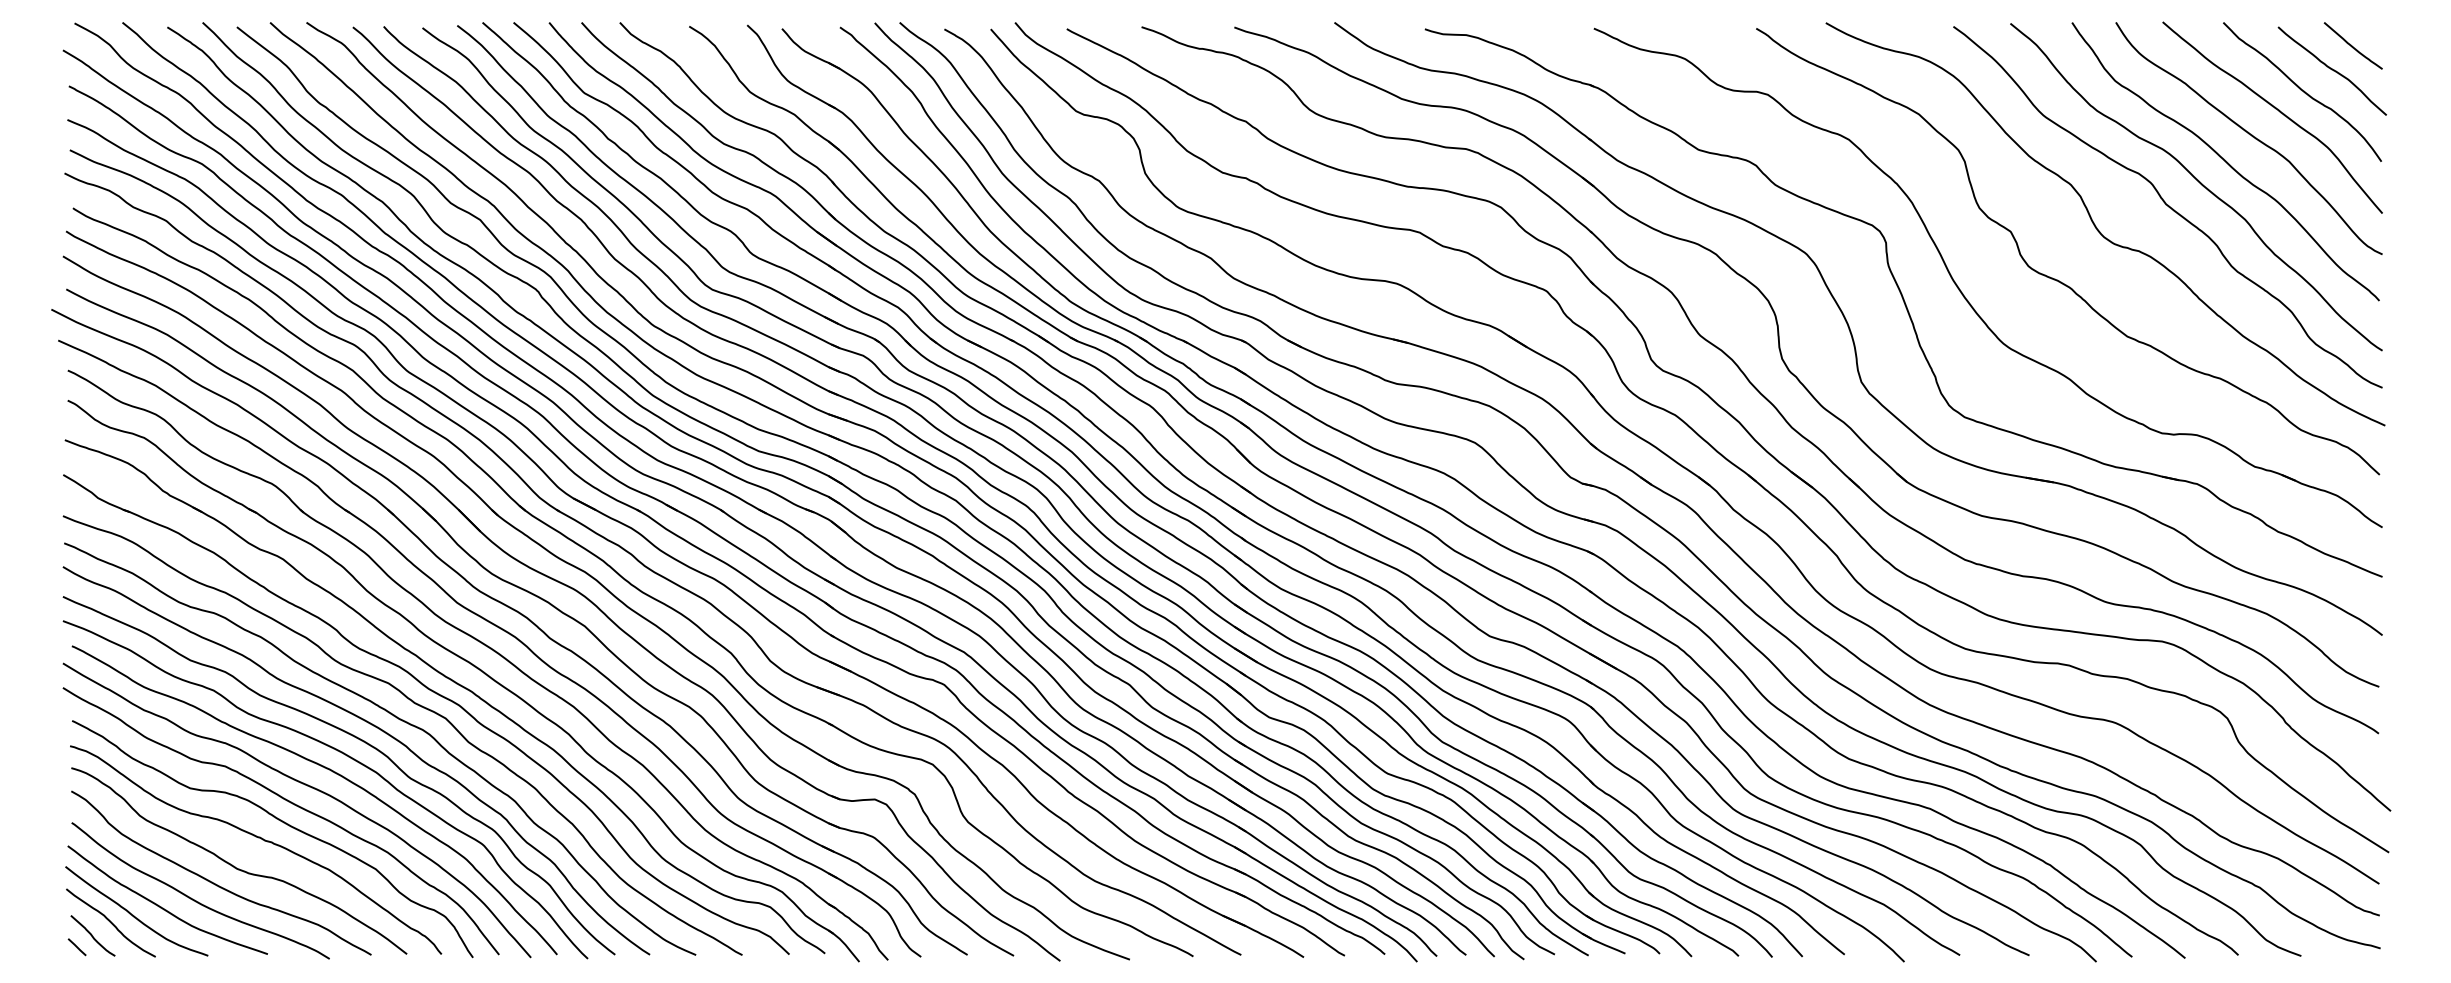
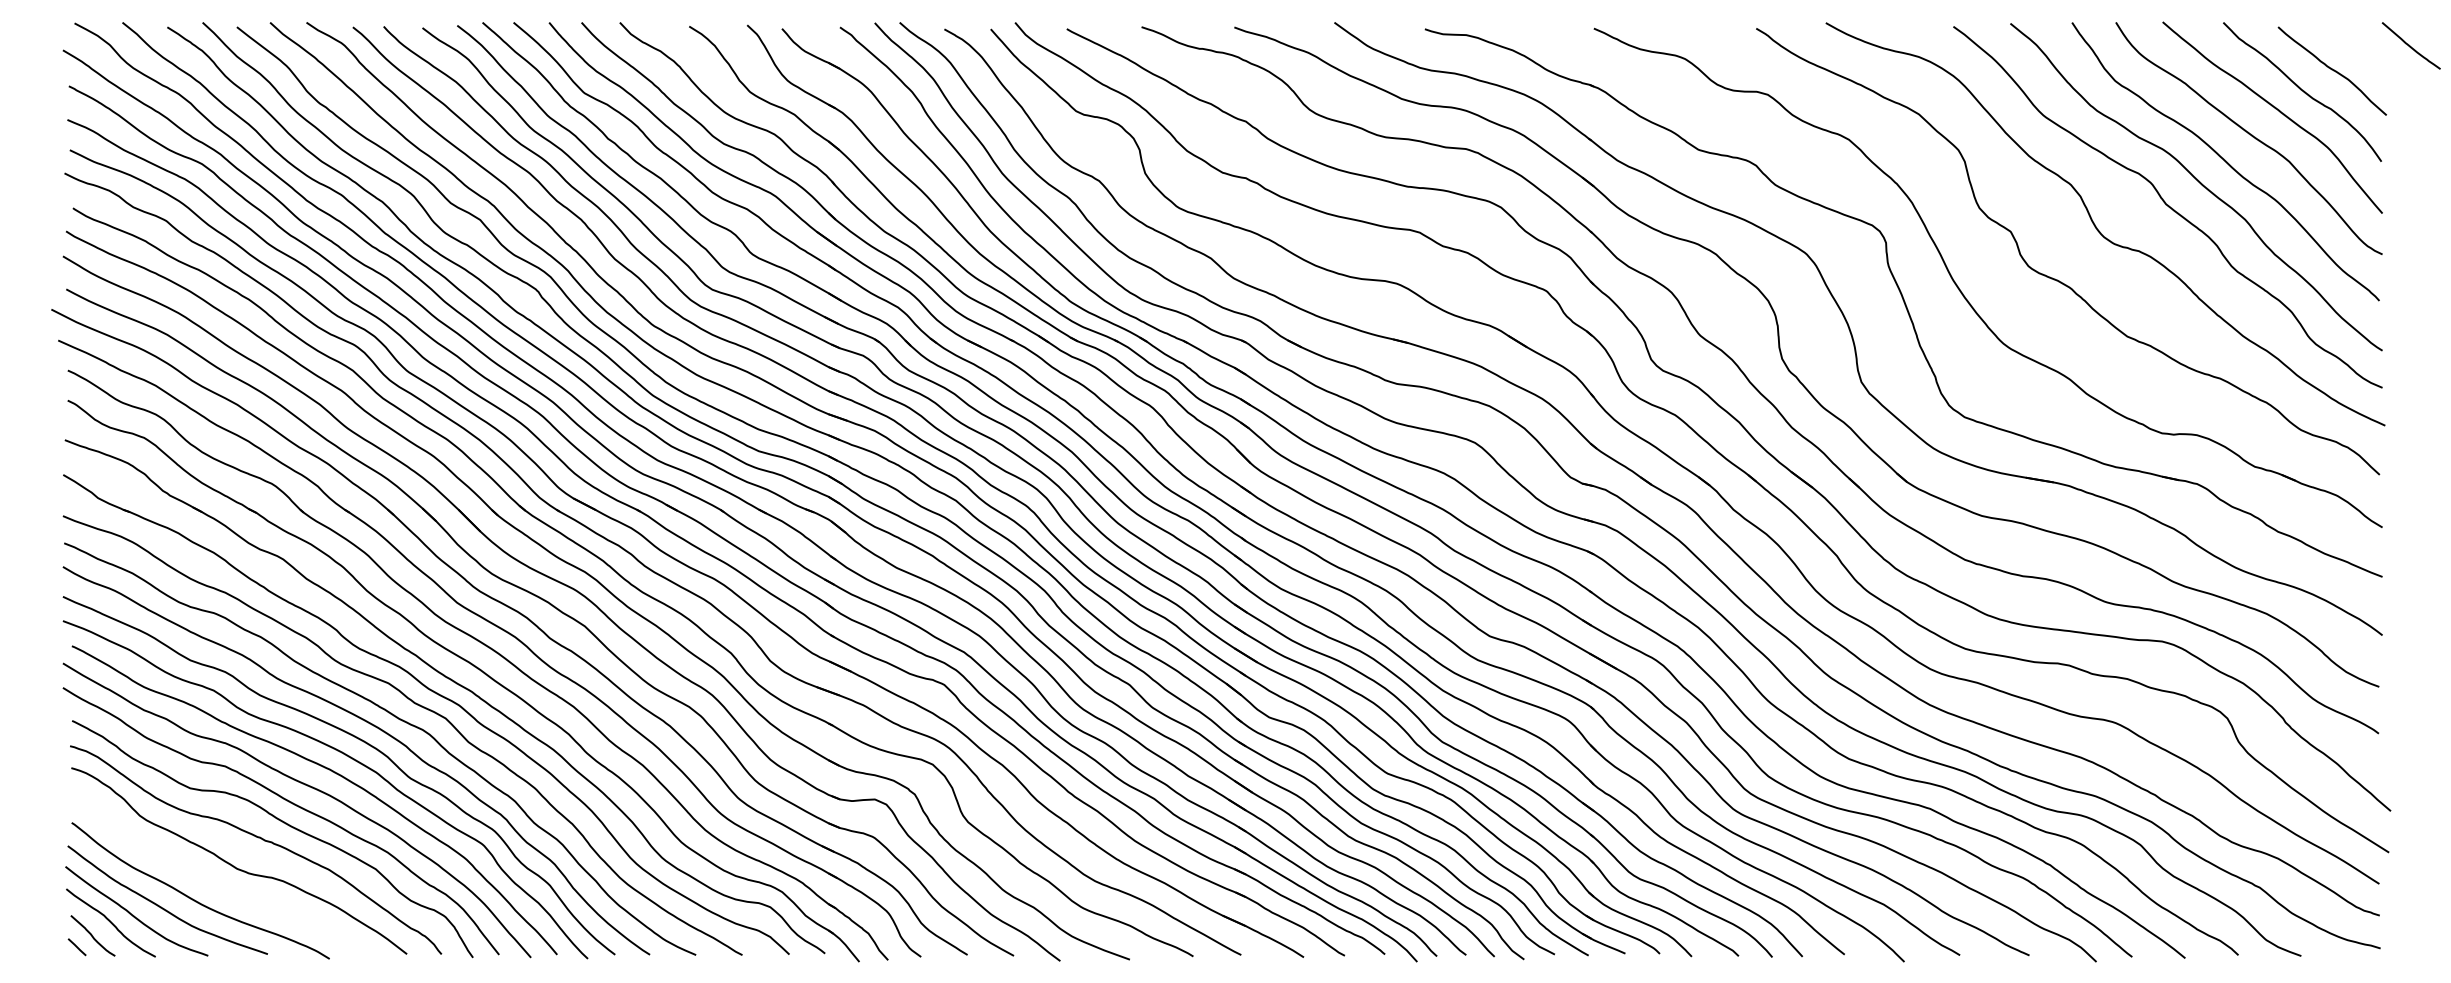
curve at (2352, 45) position: (2352, 45) -> (2410, 45)
curve at (214, 882): present -> none
